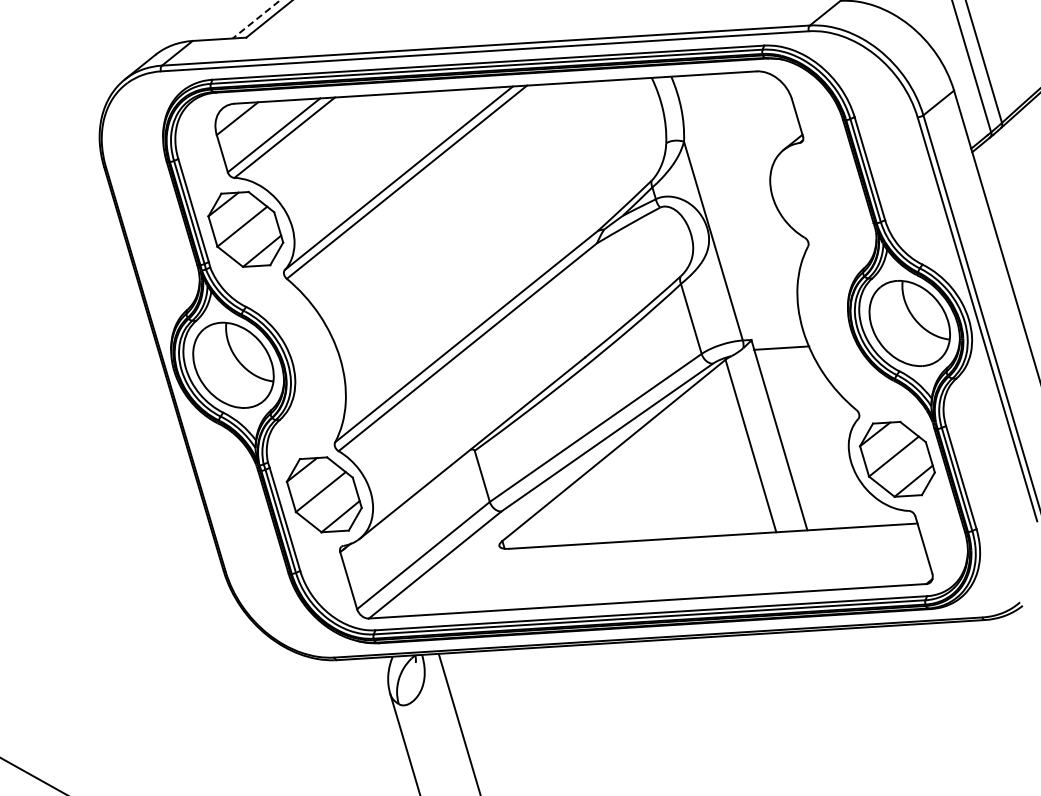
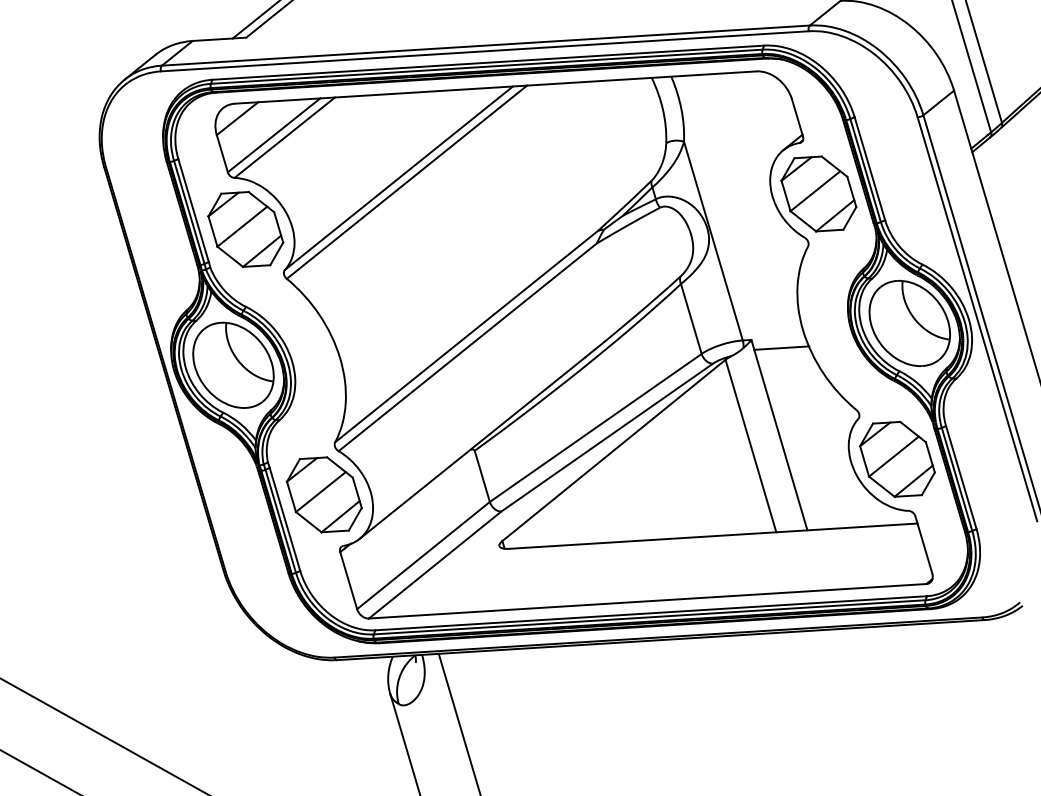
line at (256, 19): dashed -> solid
part at (818, 193): none -> present
line at (103, 735): none -> present
line at (32, 775) position: (32, 775) -> (39, 771)
